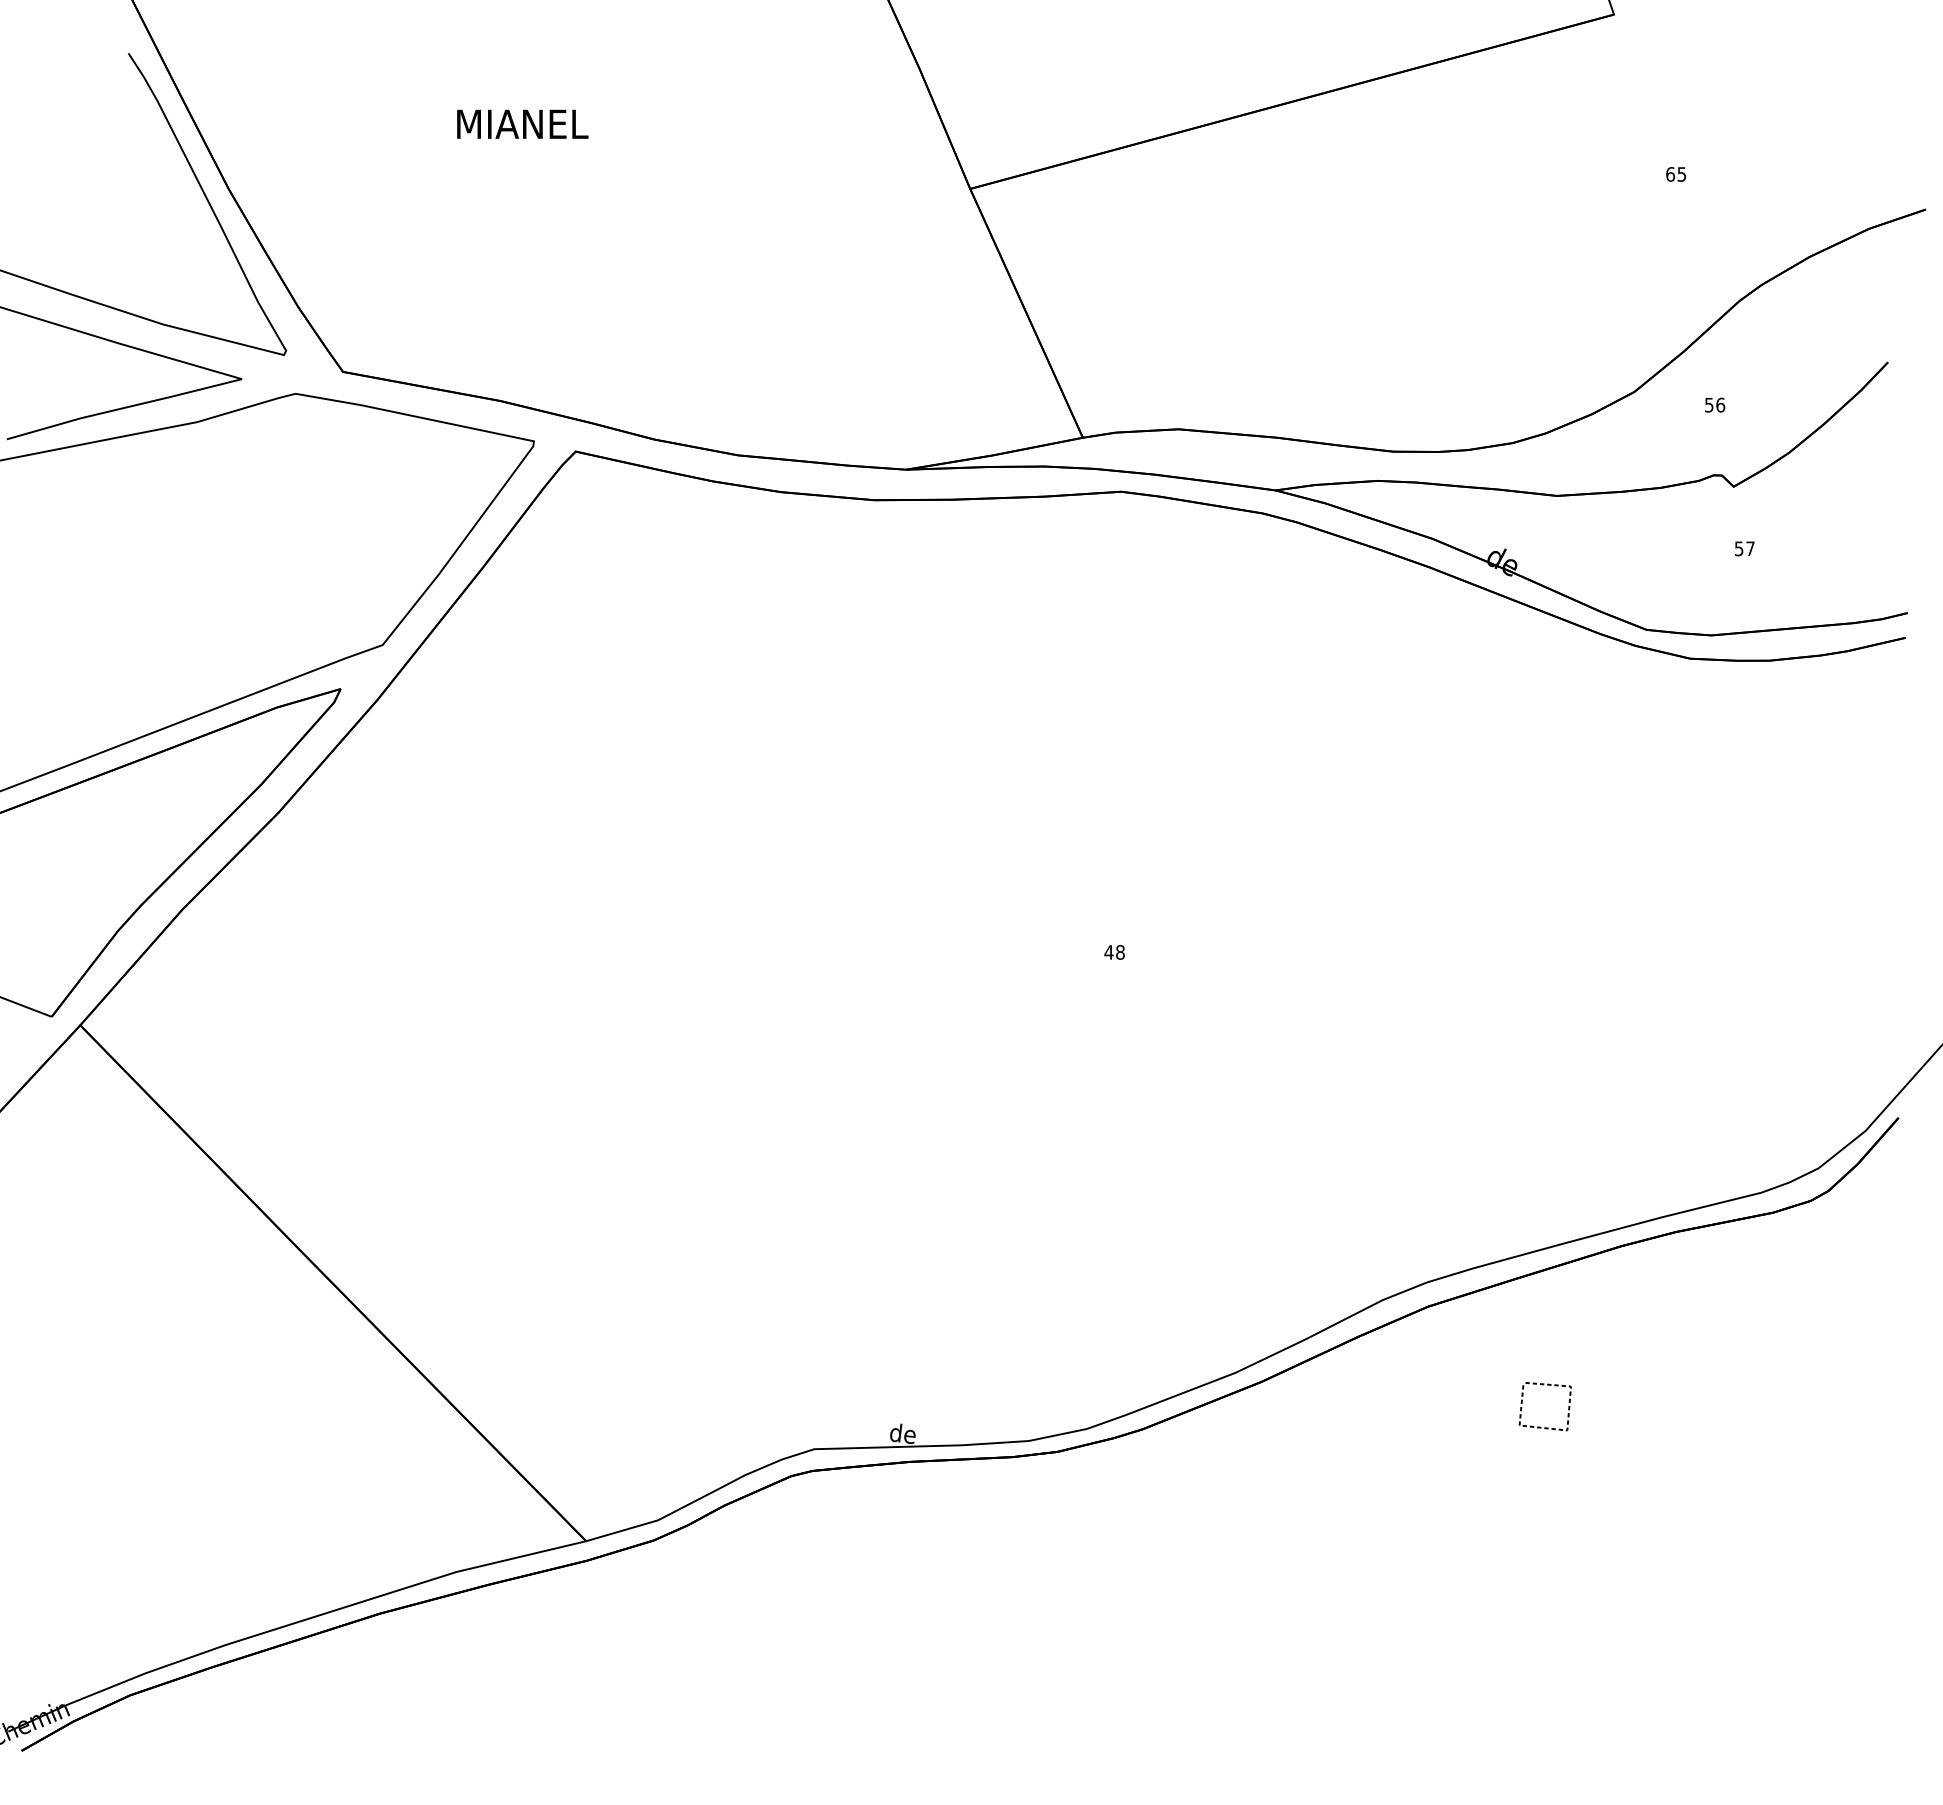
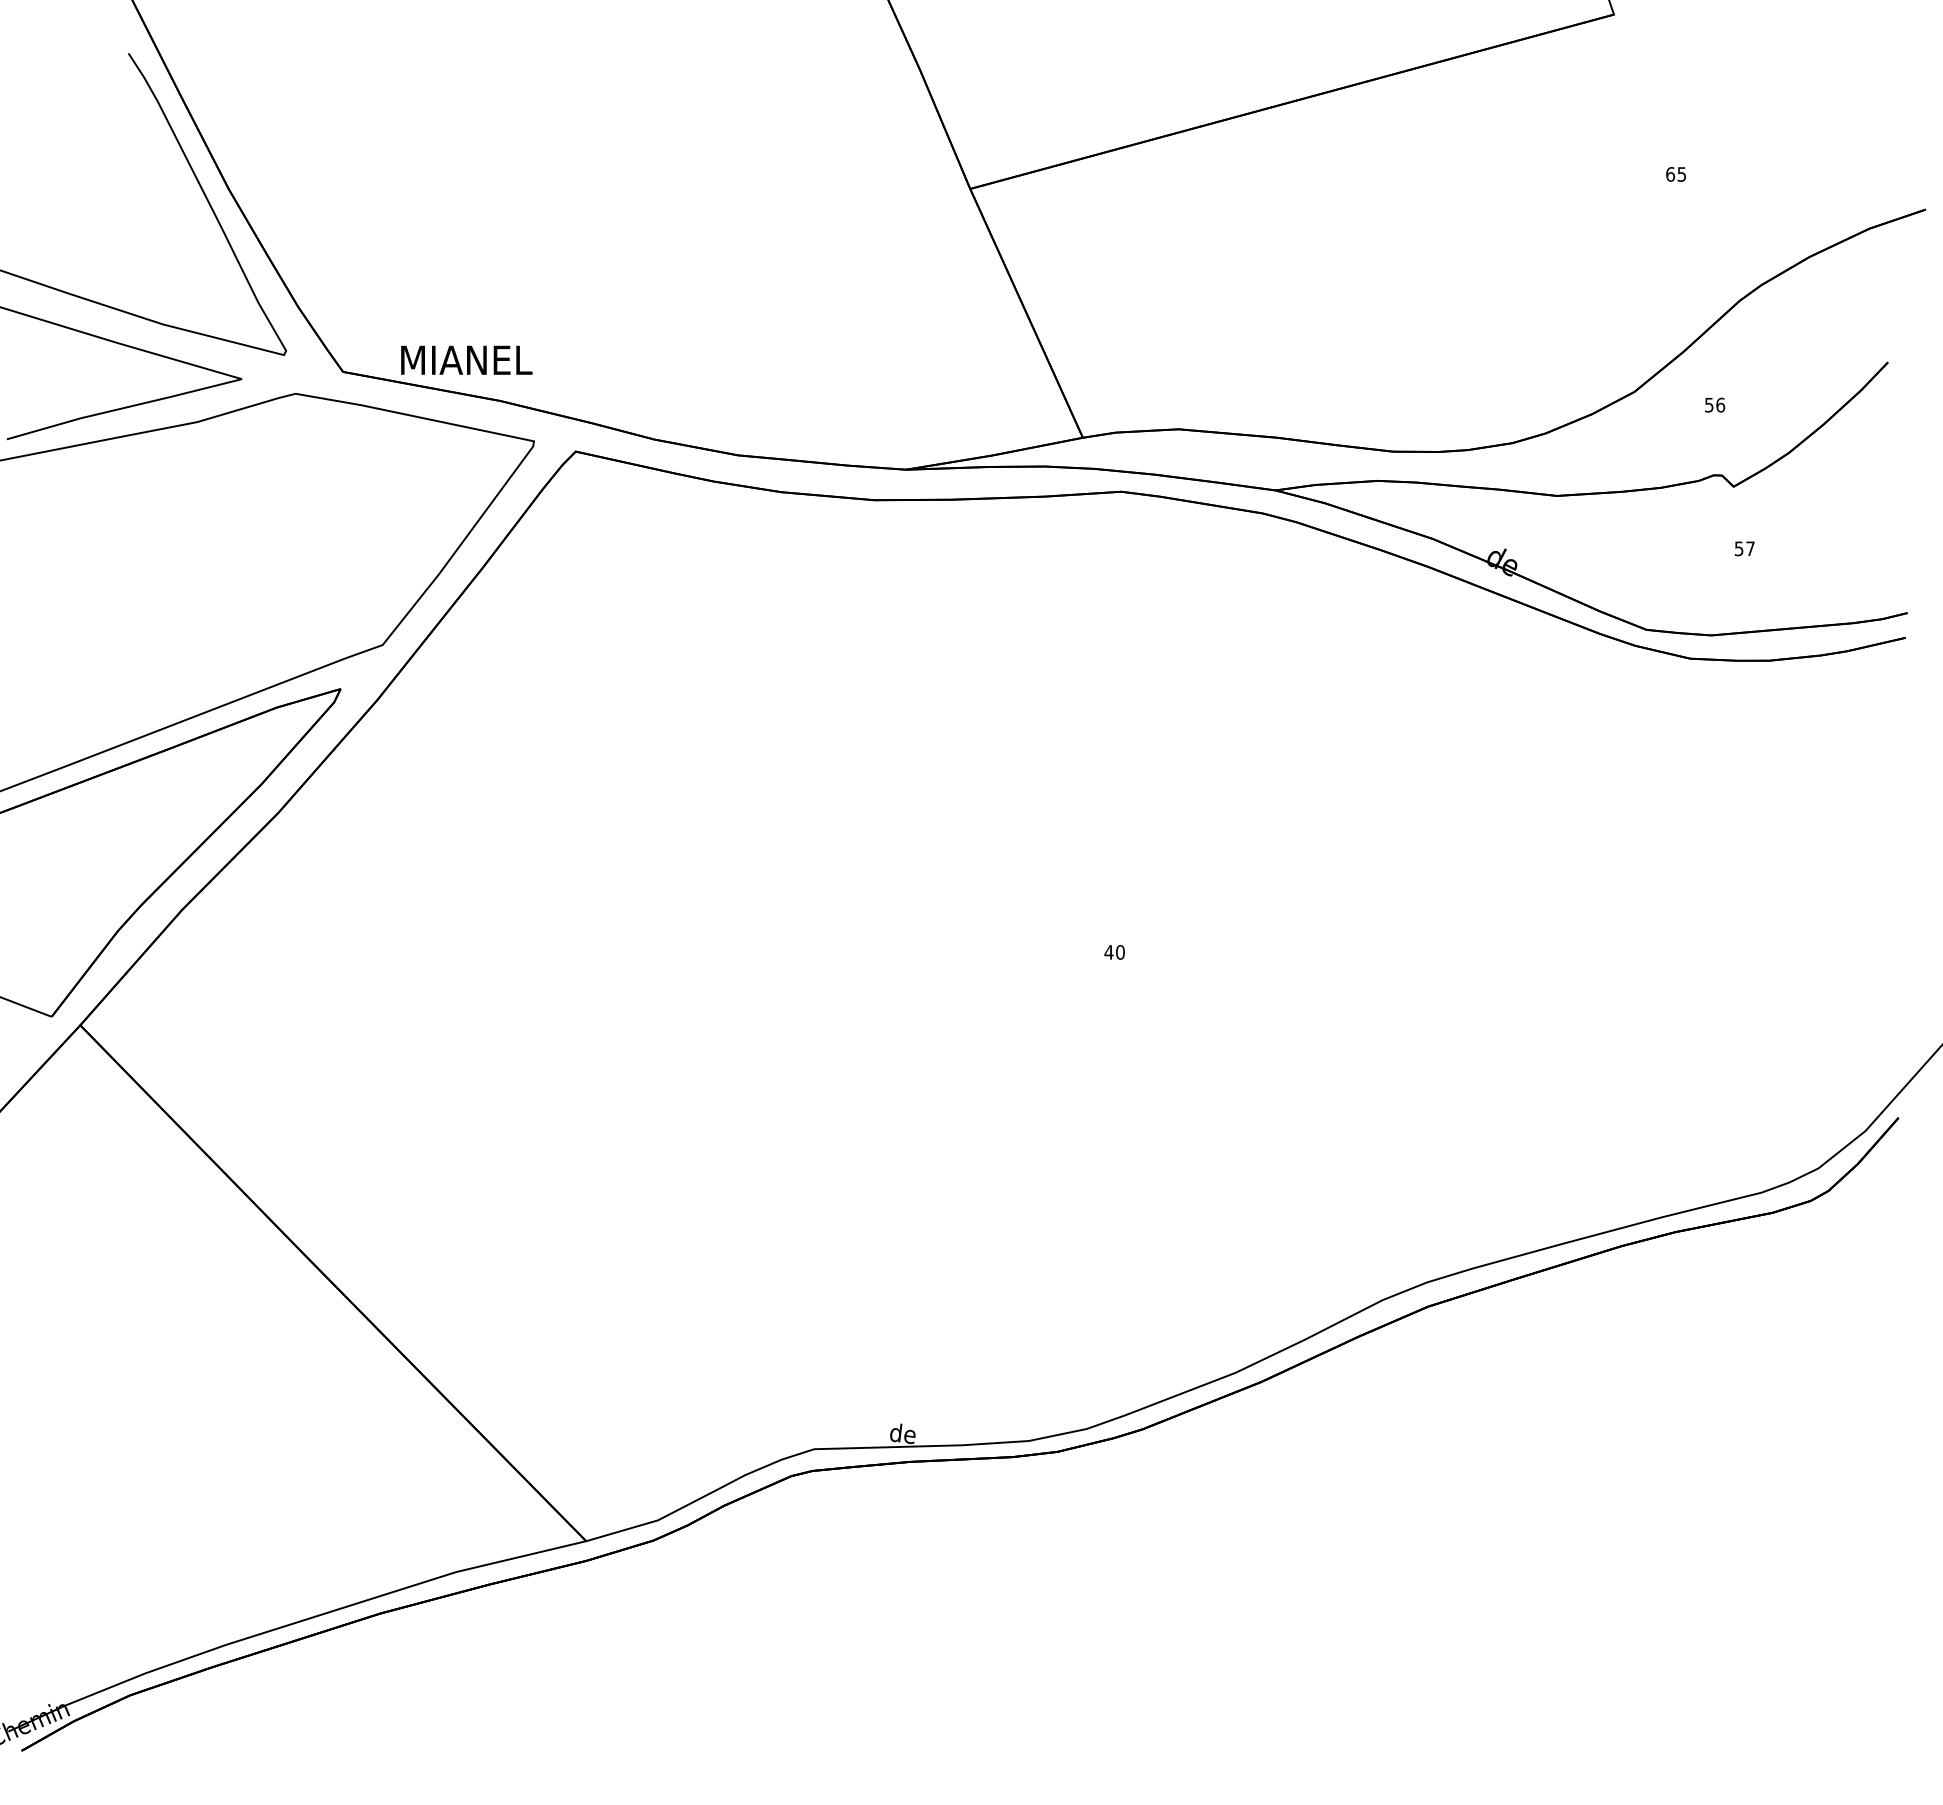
text at (522, 123) position: (522, 123) -> (466, 359)
text at (1120, 952): 48 -> 40
line at (1540, 1426): present -> none
